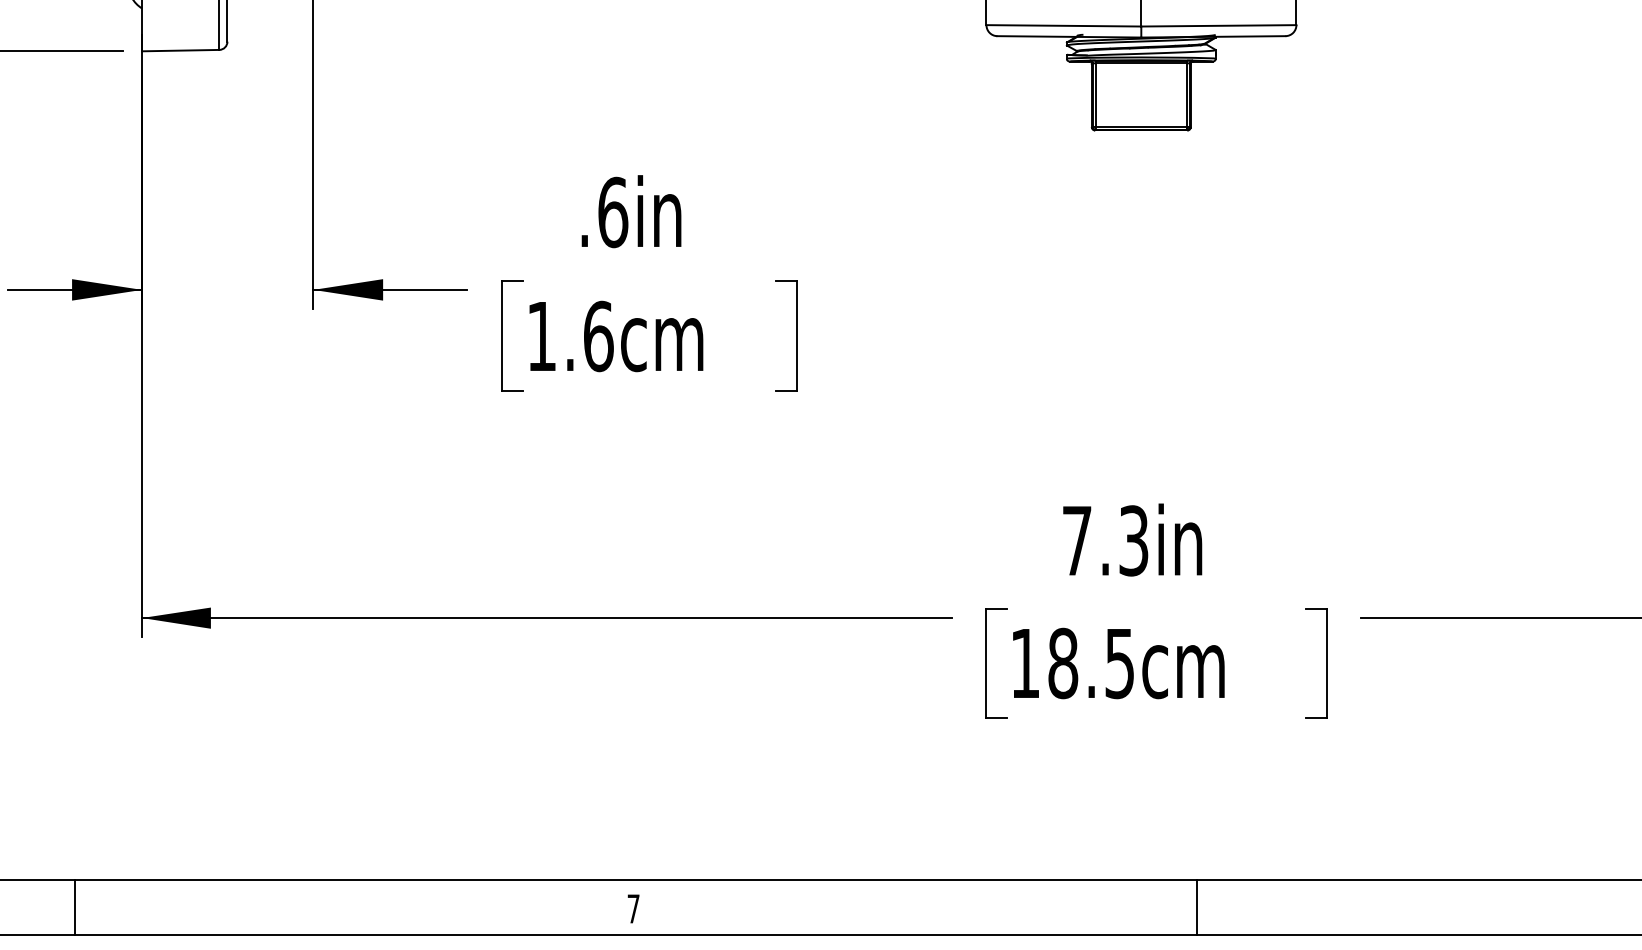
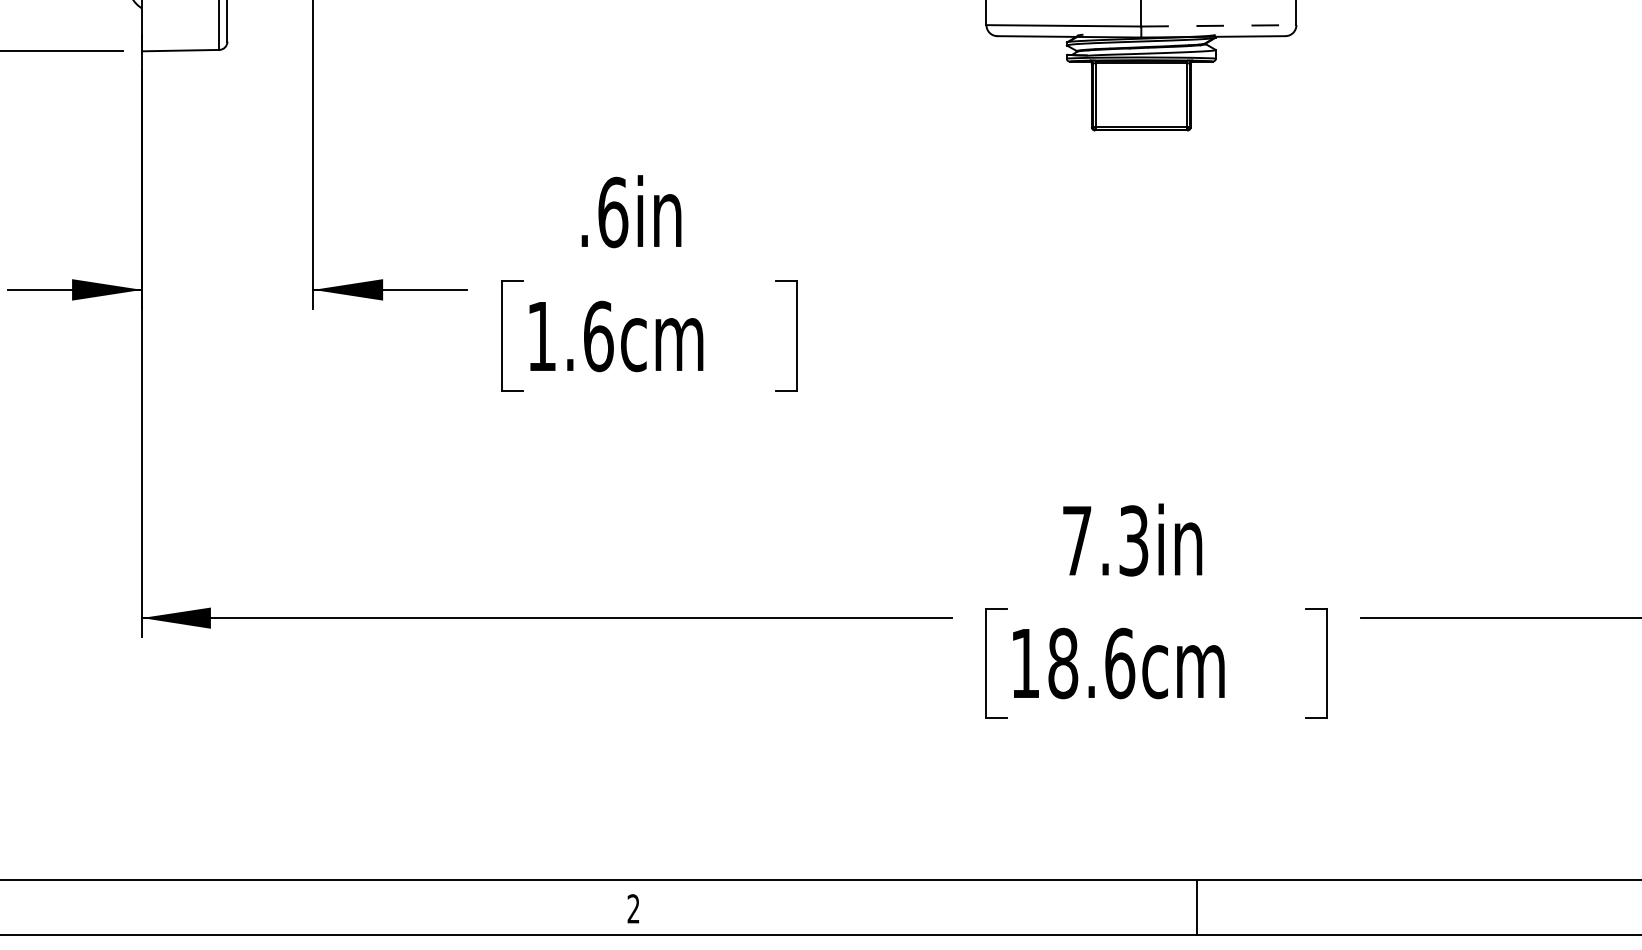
line at (1218, 25): solid -> dashed
text at (1120, 663): 18.5cm -> 18.6cm
line at (74, 907): present -> none
text at (633, 908): 7 -> 2
